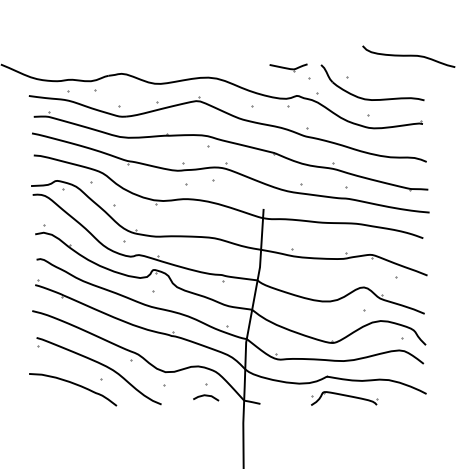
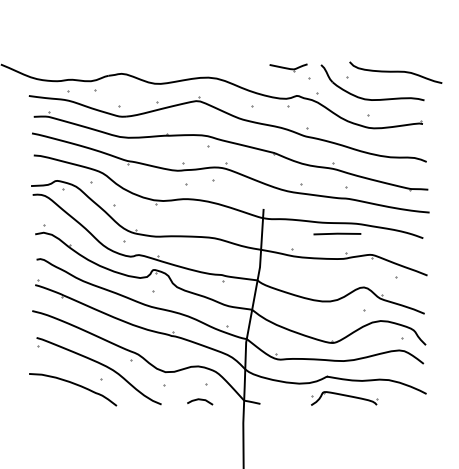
curve at (408, 56) position: (408, 56) -> (395, 72)
line at (337, 233): none -> present
line at (206, 396) position: (206, 396) -> (200, 400)
